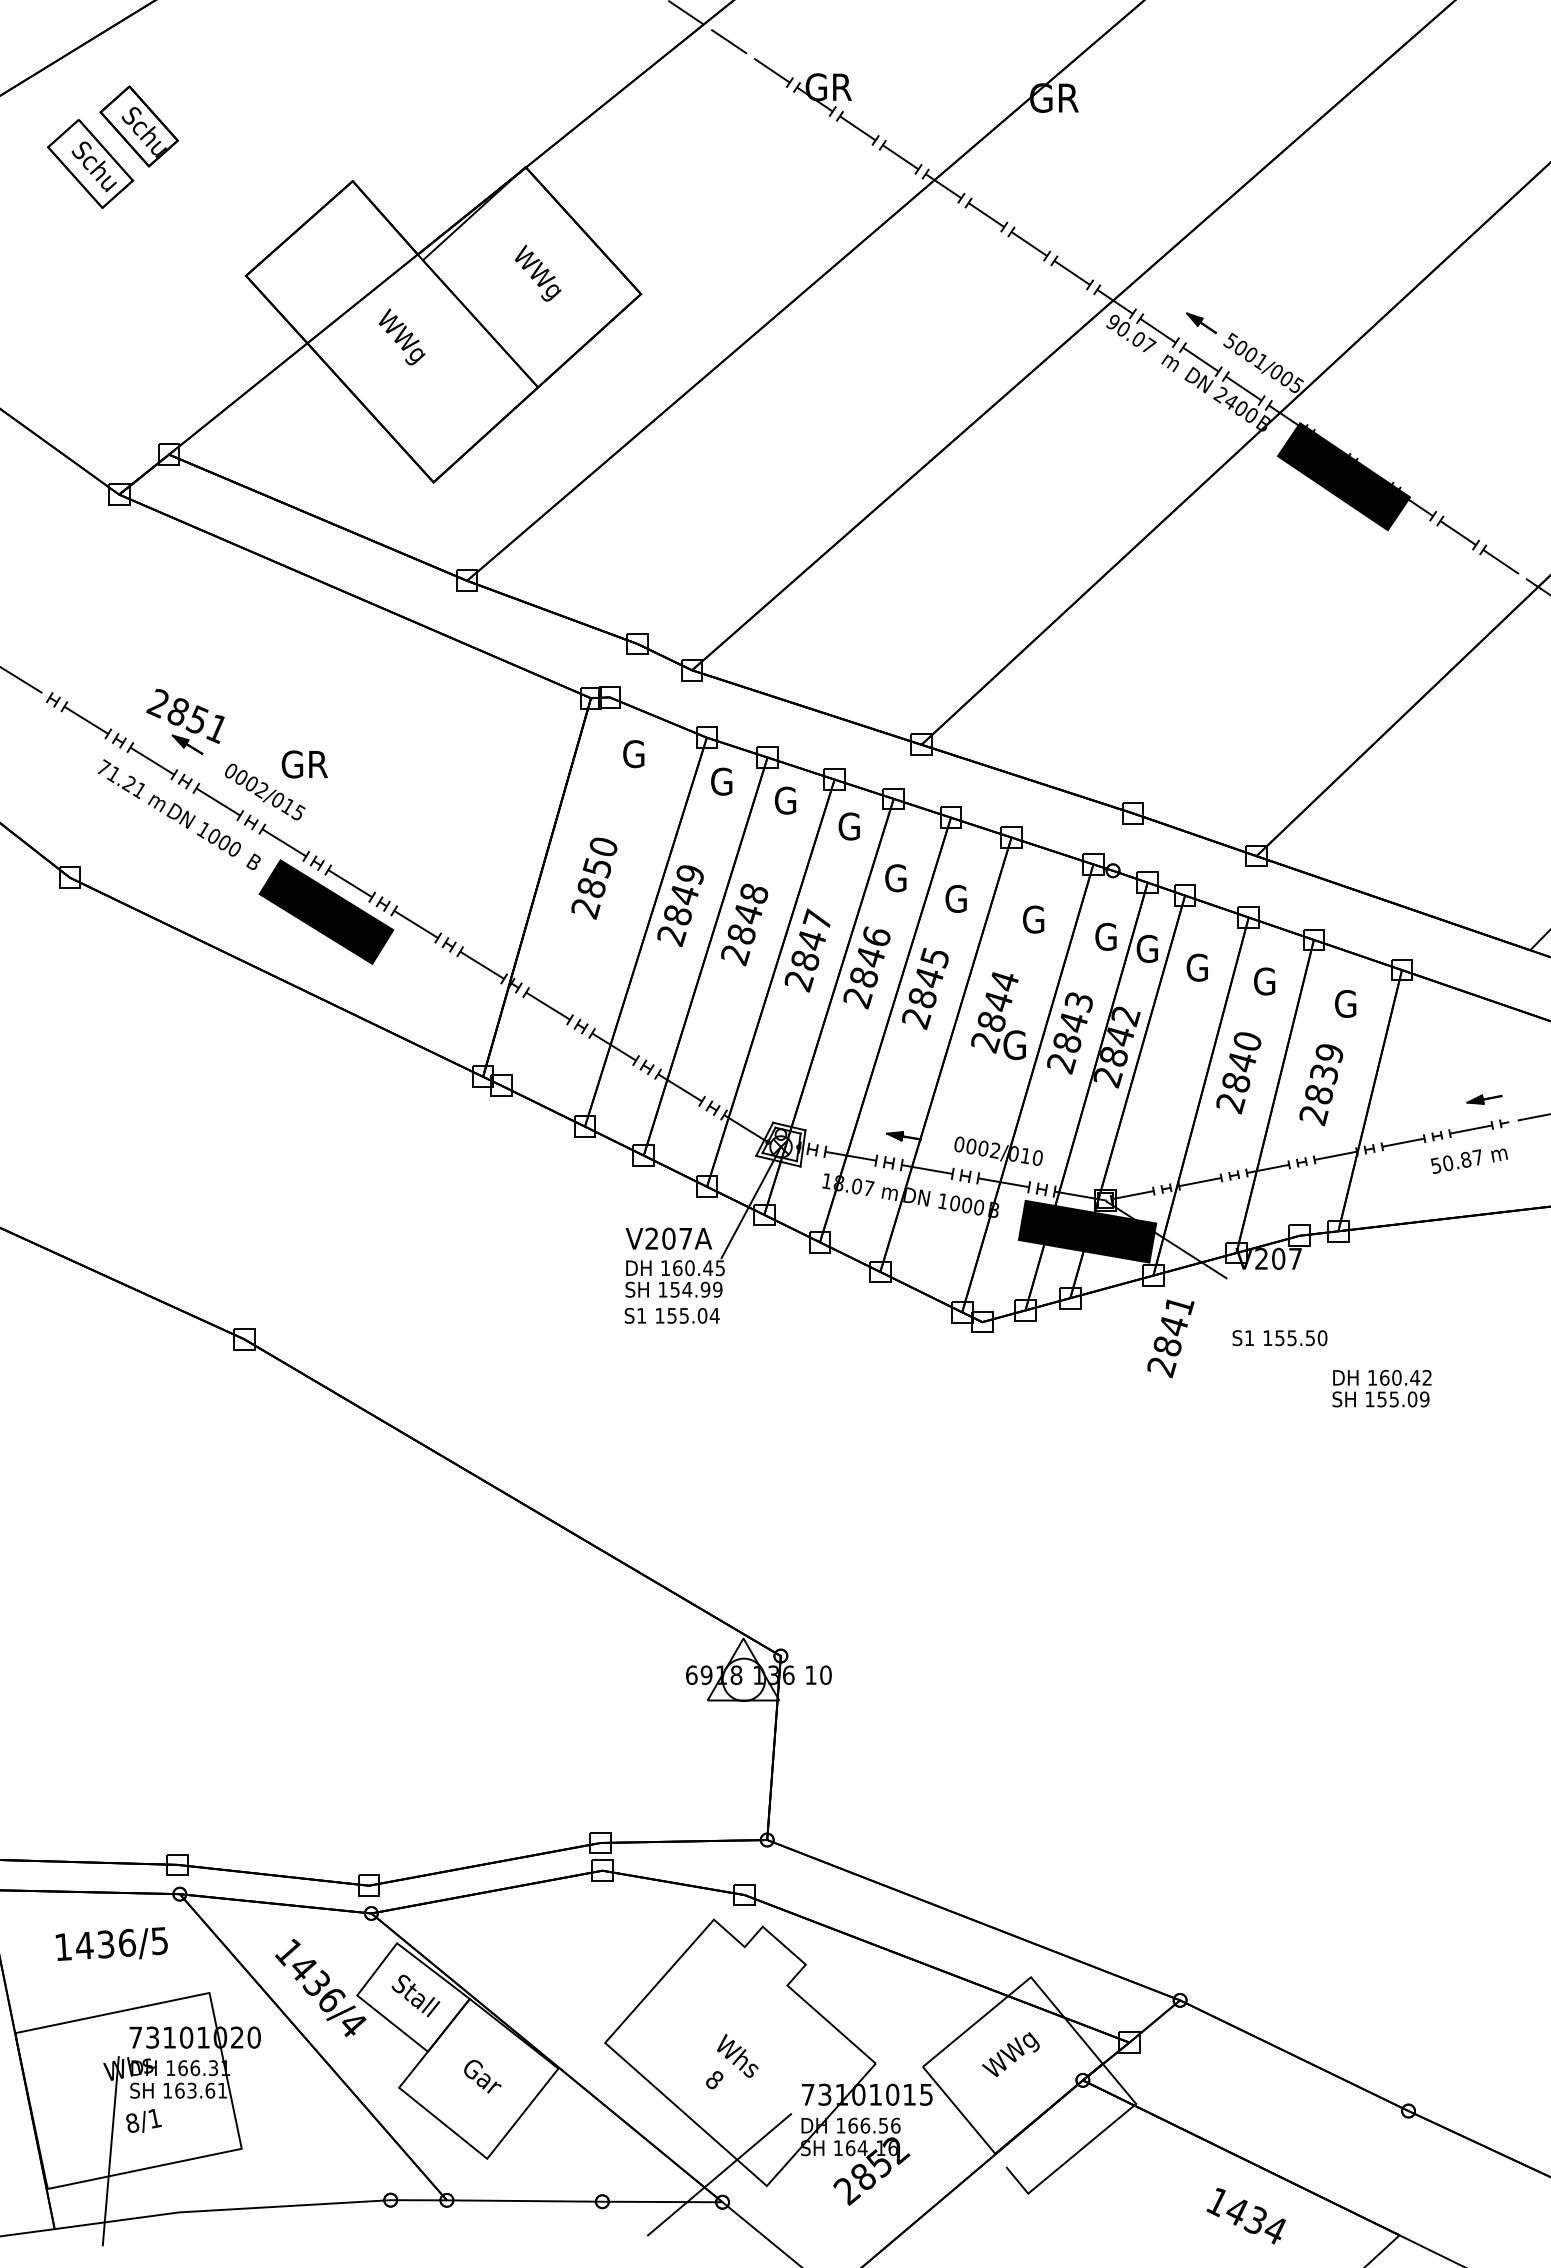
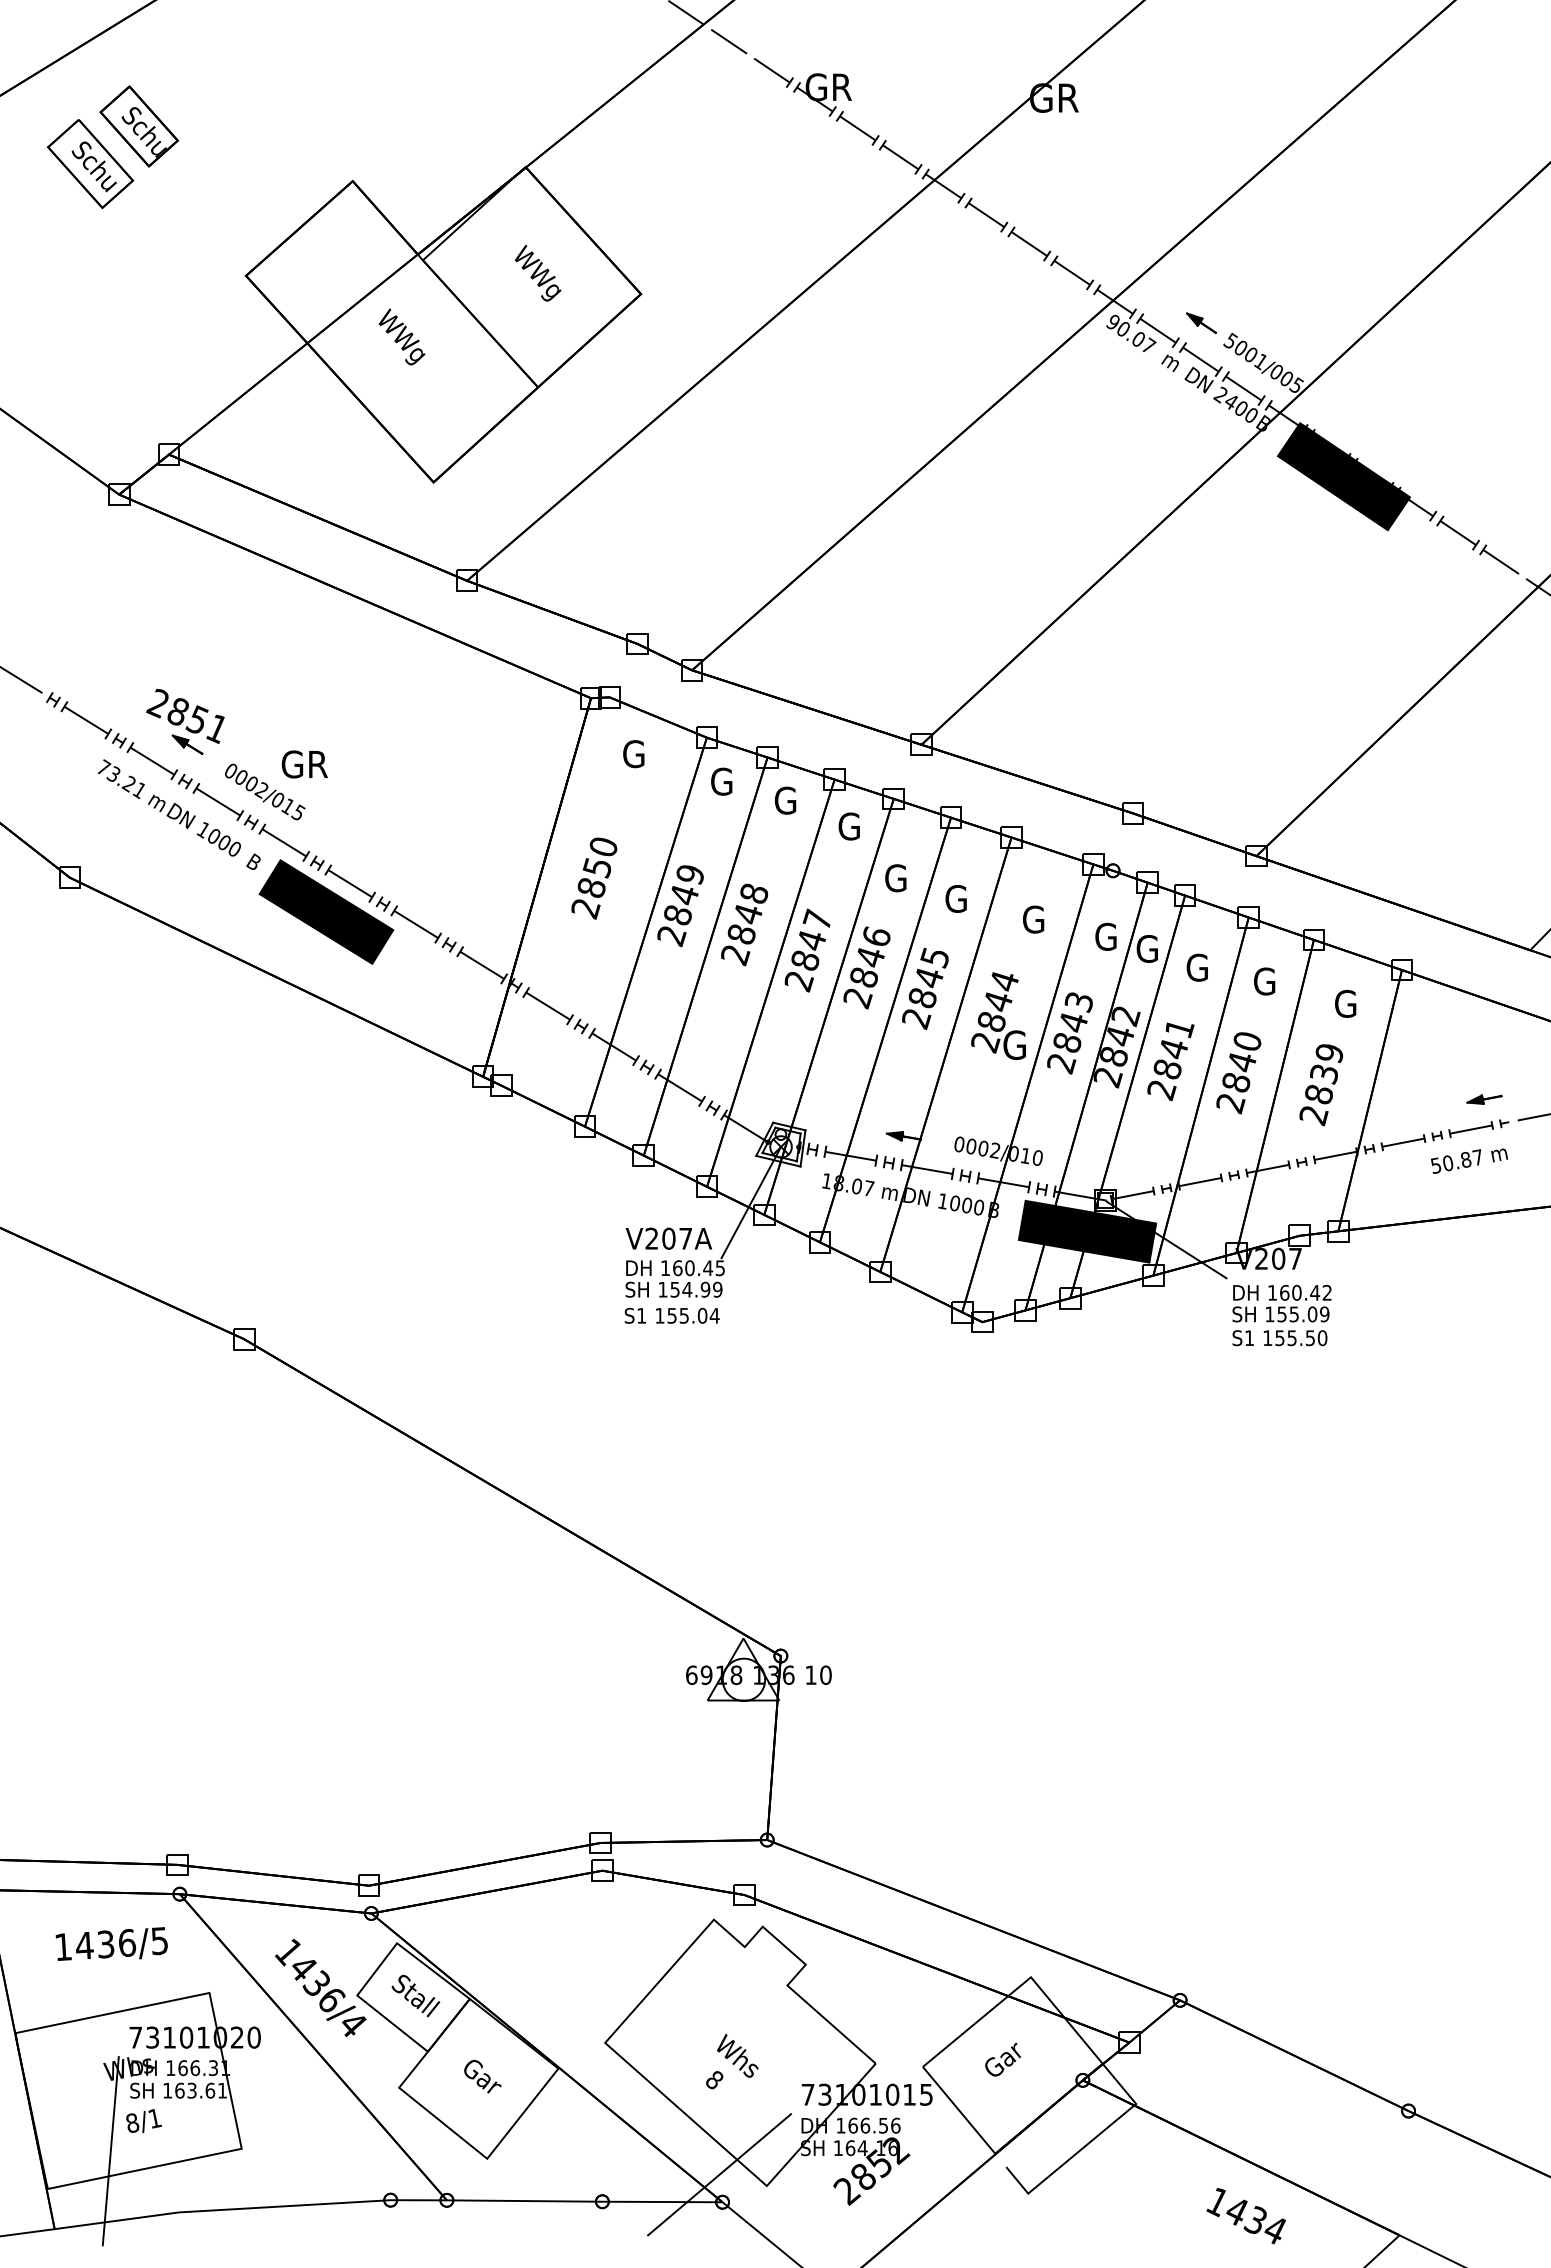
text at (113, 774): 71.21 -> 73.21
text at (1170, 1338) position: (1170, 1338) -> (1170, 1061)
text at (1381, 1388) position: (1381, 1388) -> (1281, 1303)
text at (1010, 2054): WWg -> Gar
